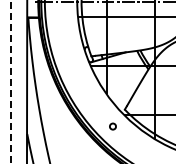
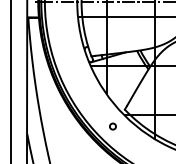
line at (10, 82): dashed -> solid
